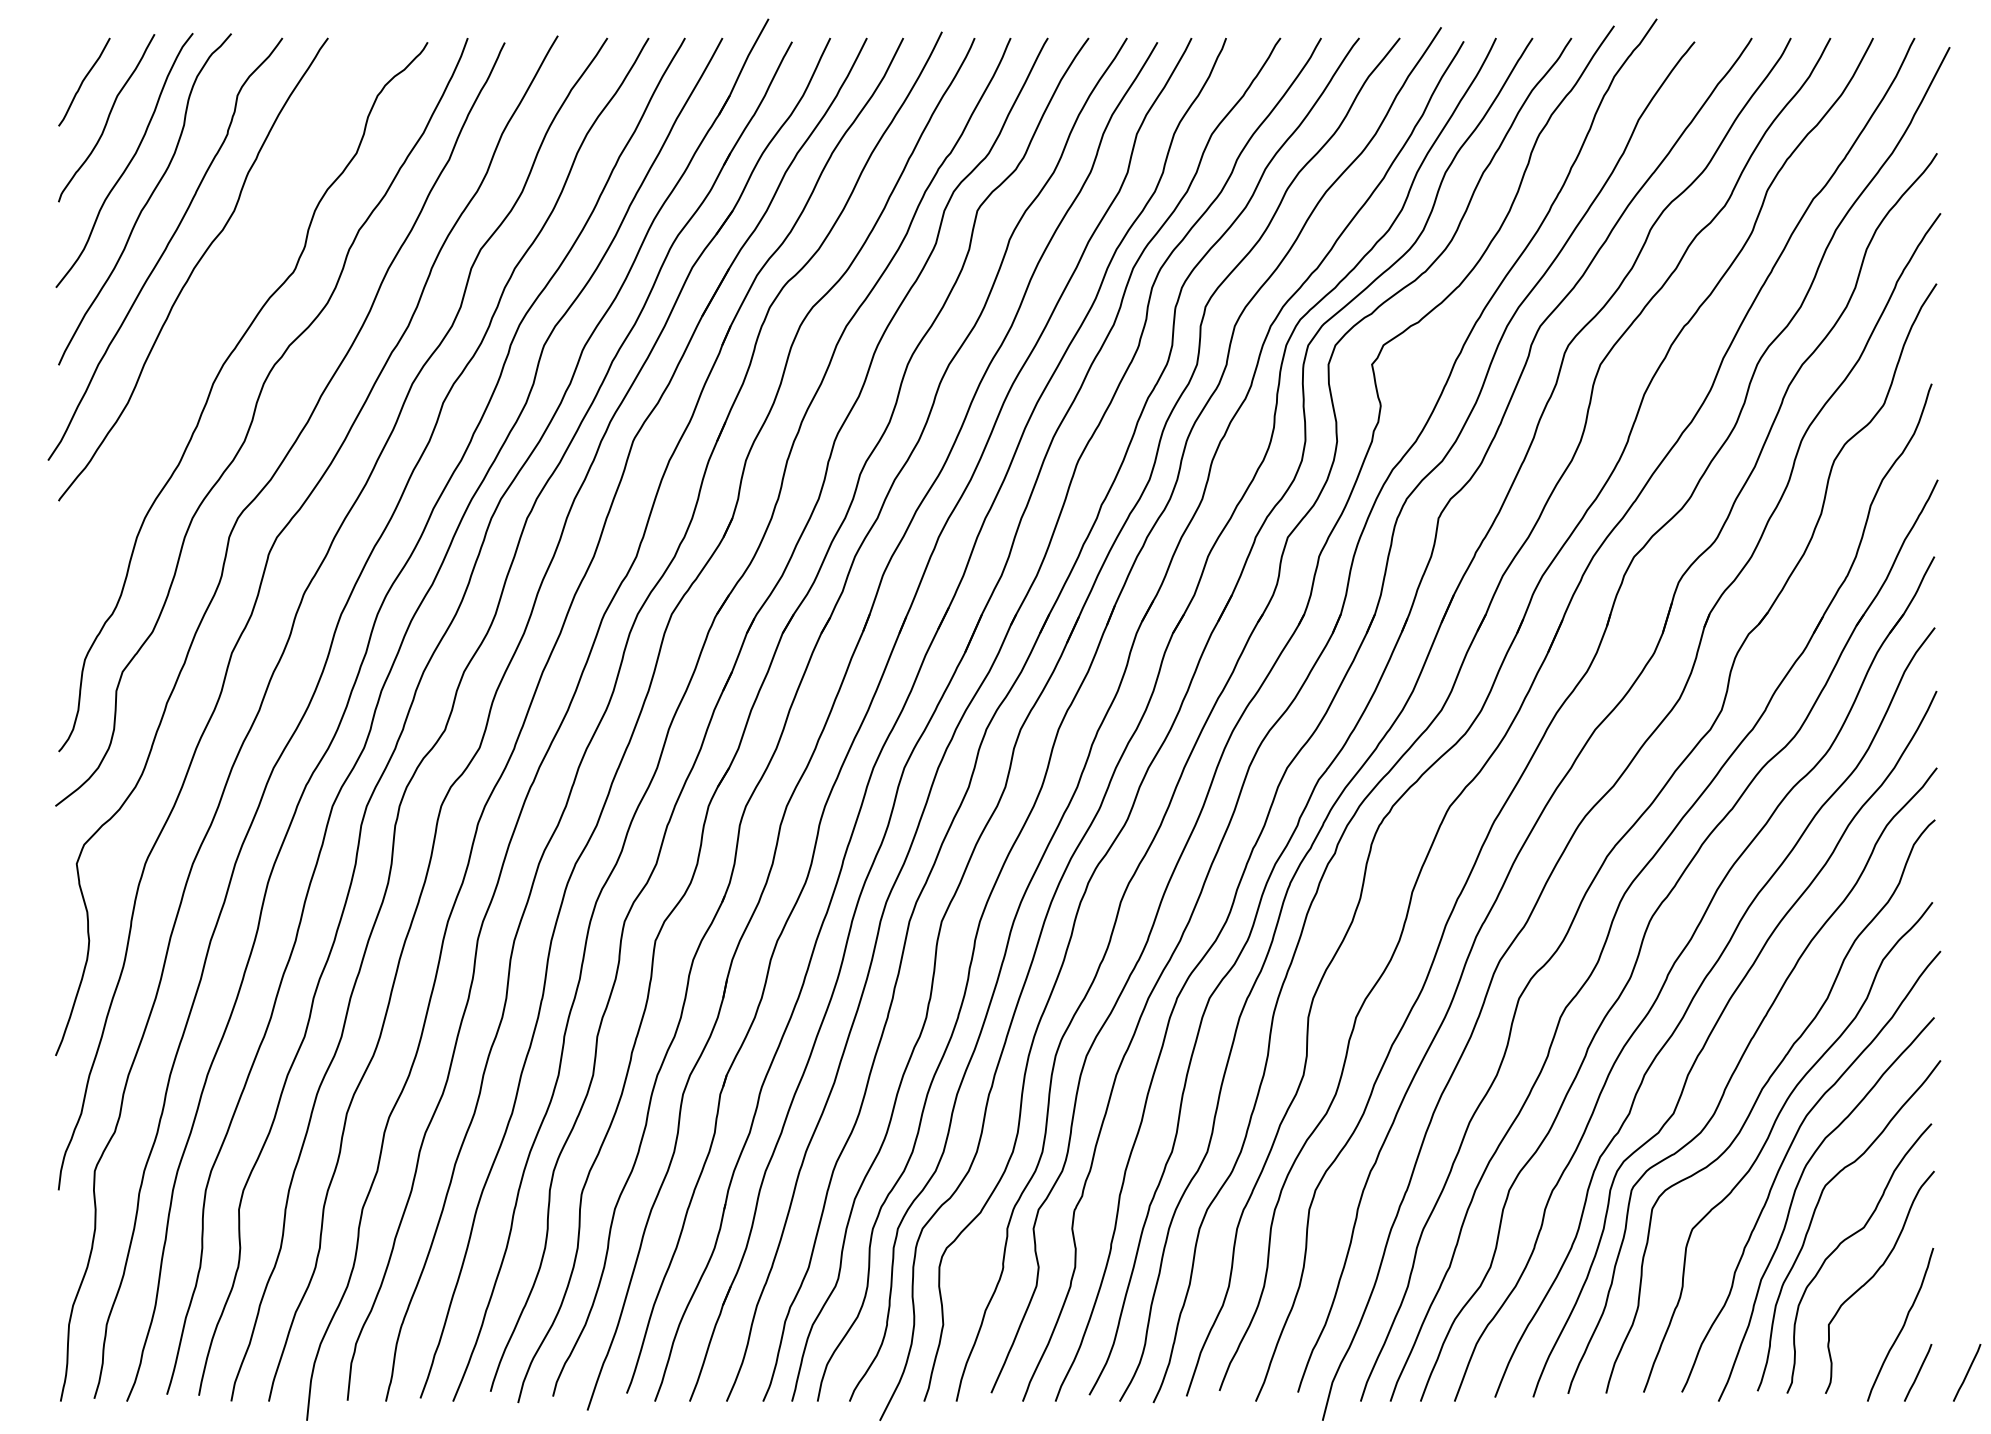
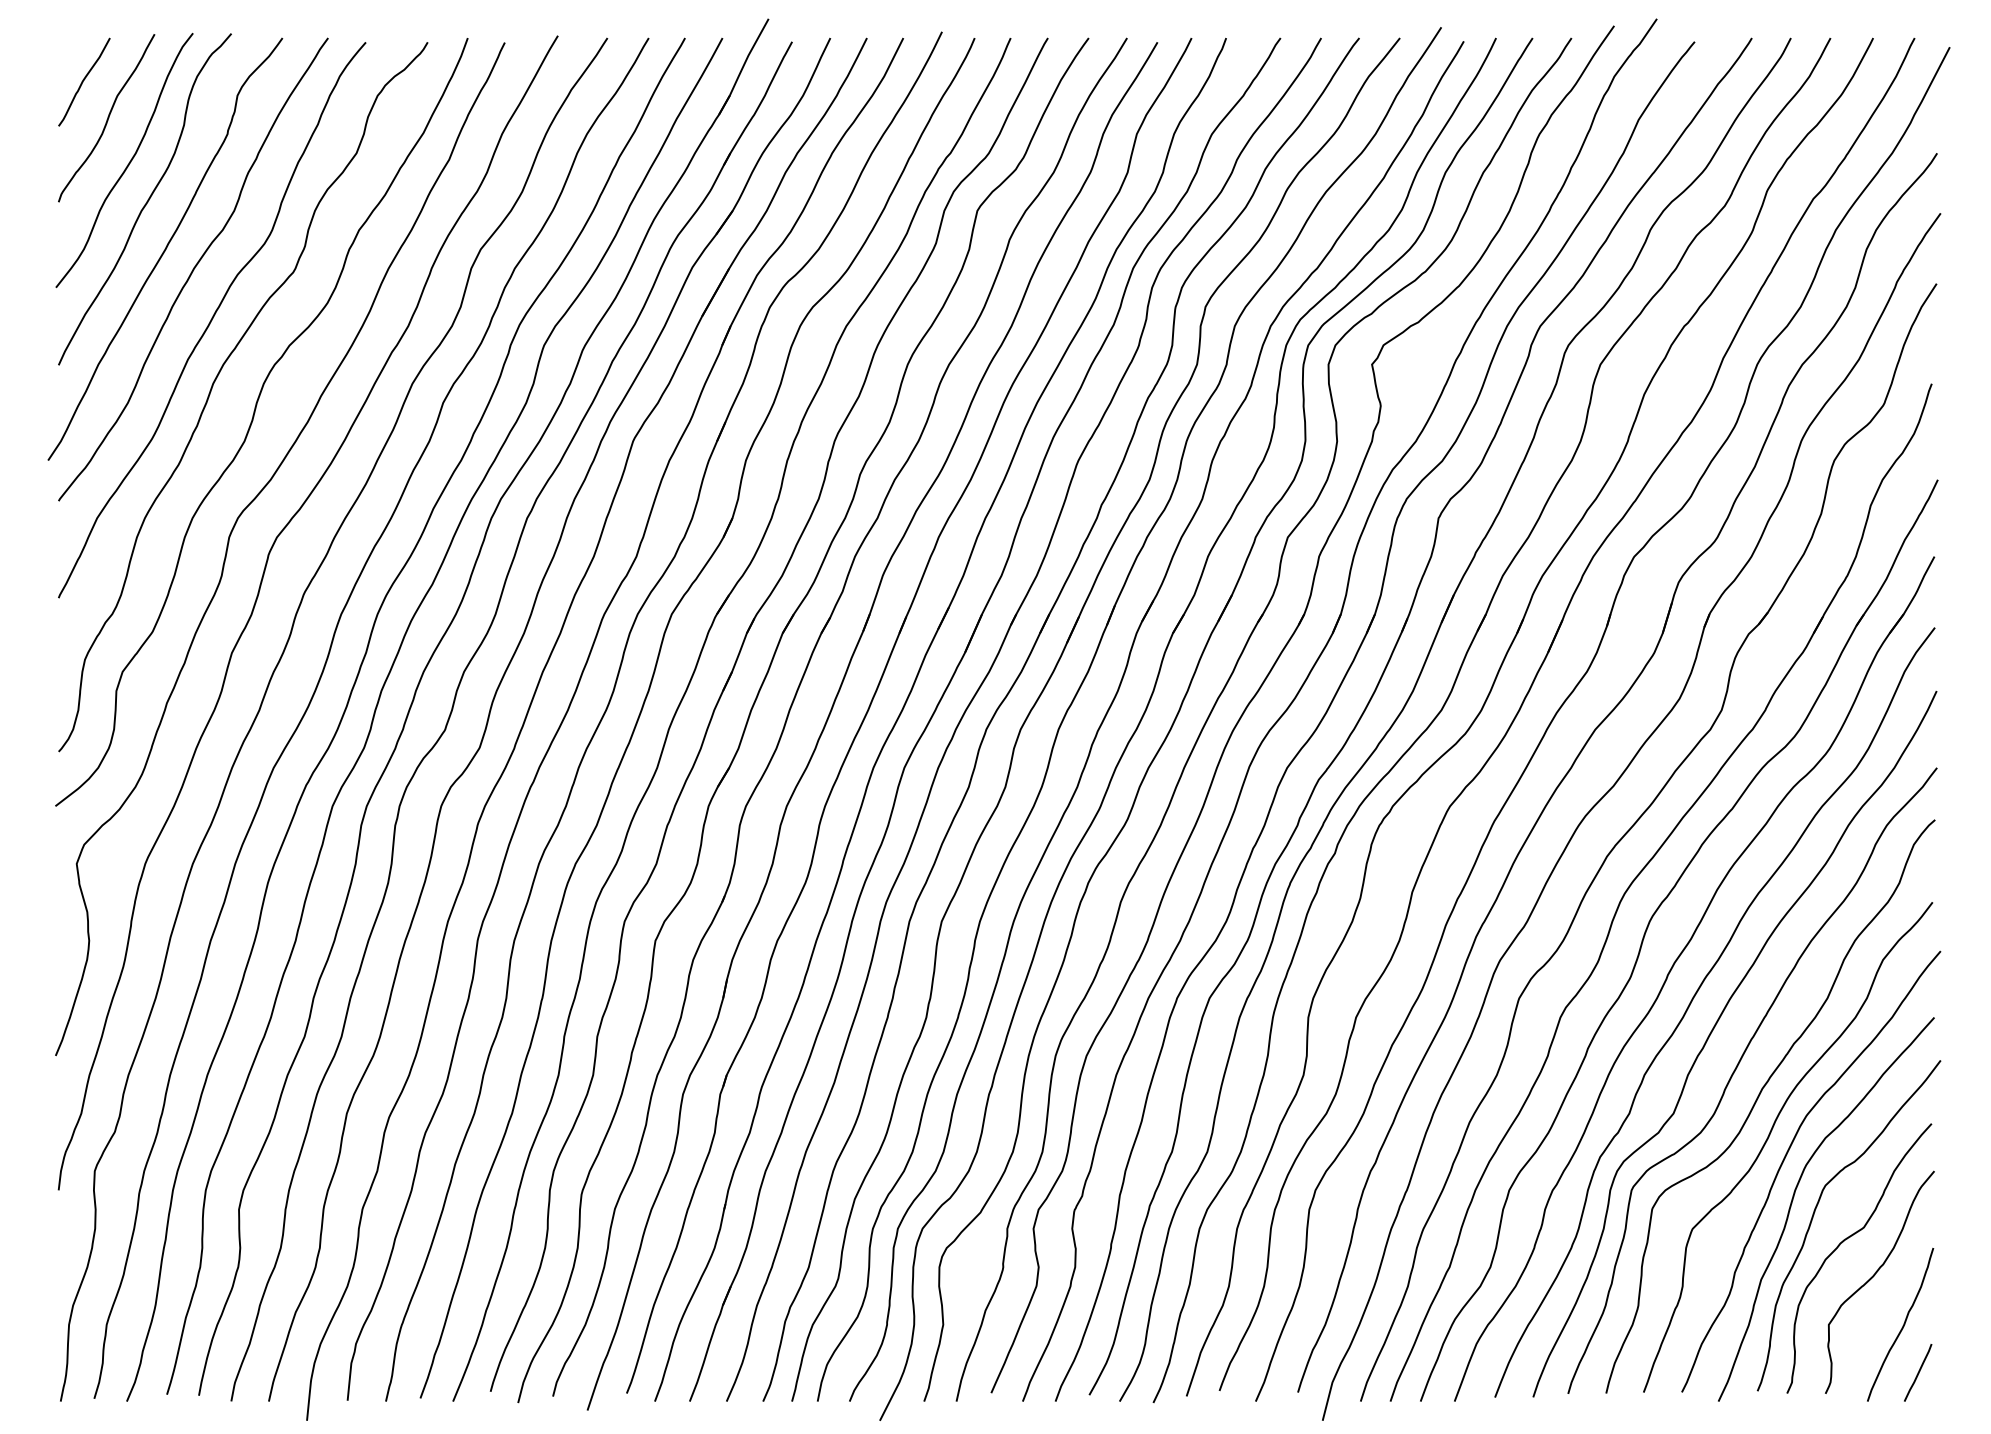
curve at (212, 320): none -> present
line at (1967, 1372): present -> none
